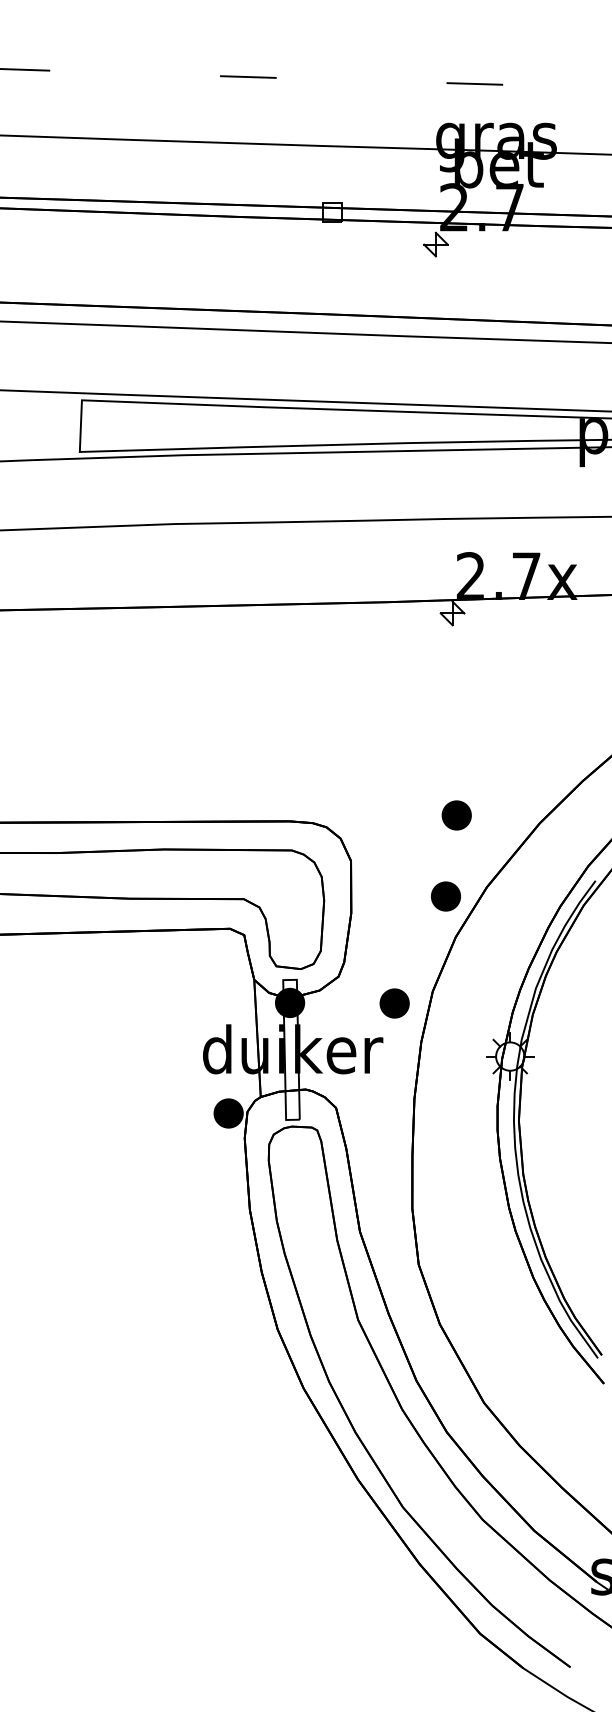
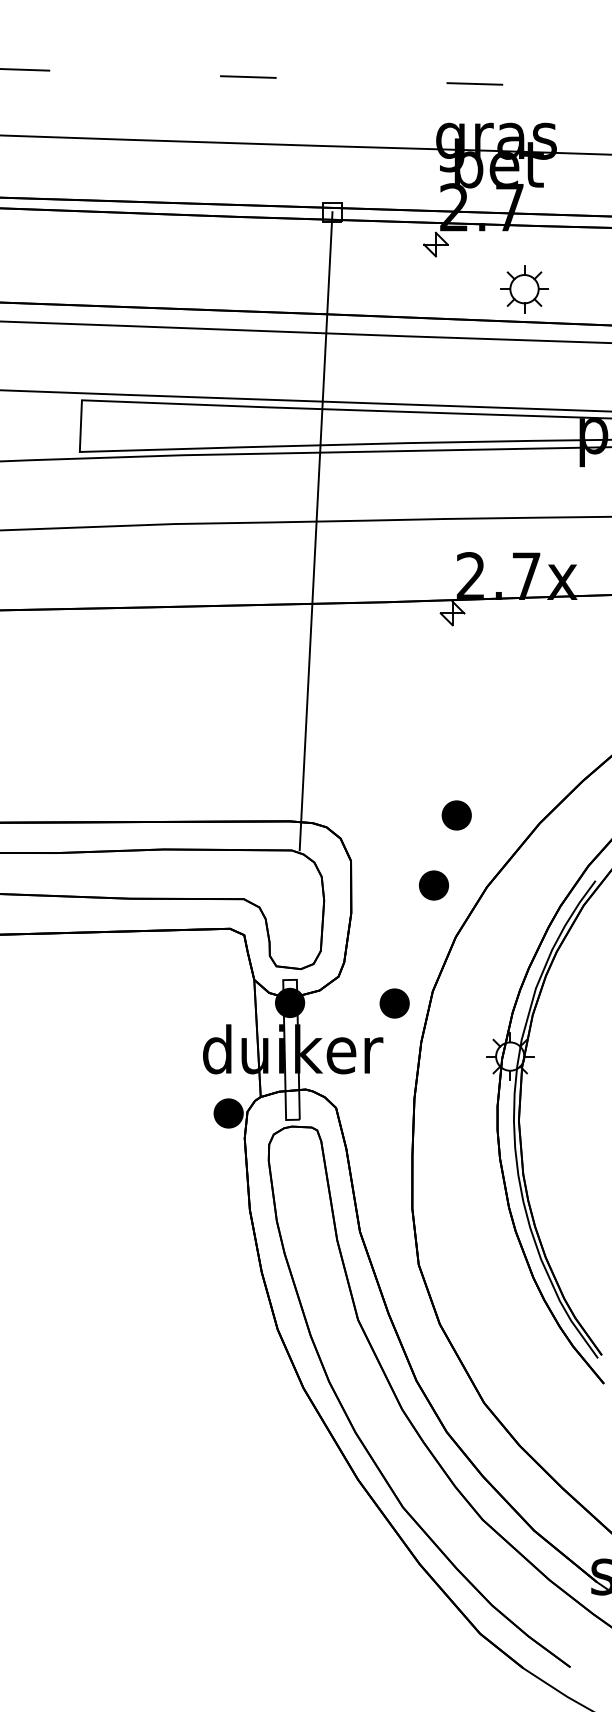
part at (524, 289): none -> present
line at (315, 531): none -> present
part at (445, 896) position: (445, 896) -> (433, 885)
